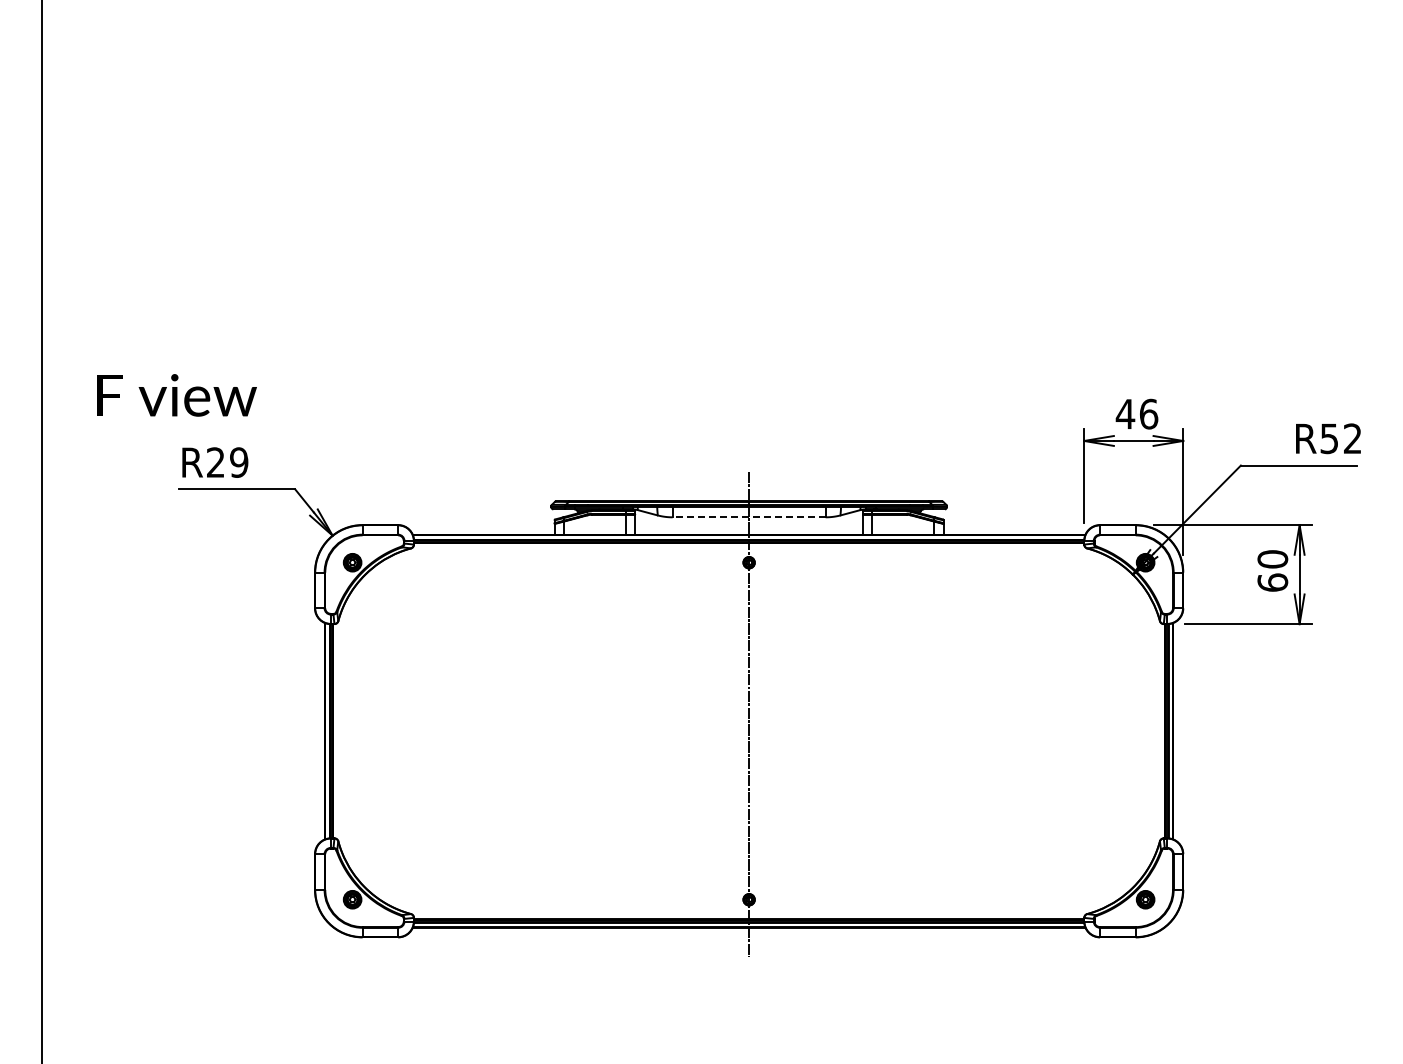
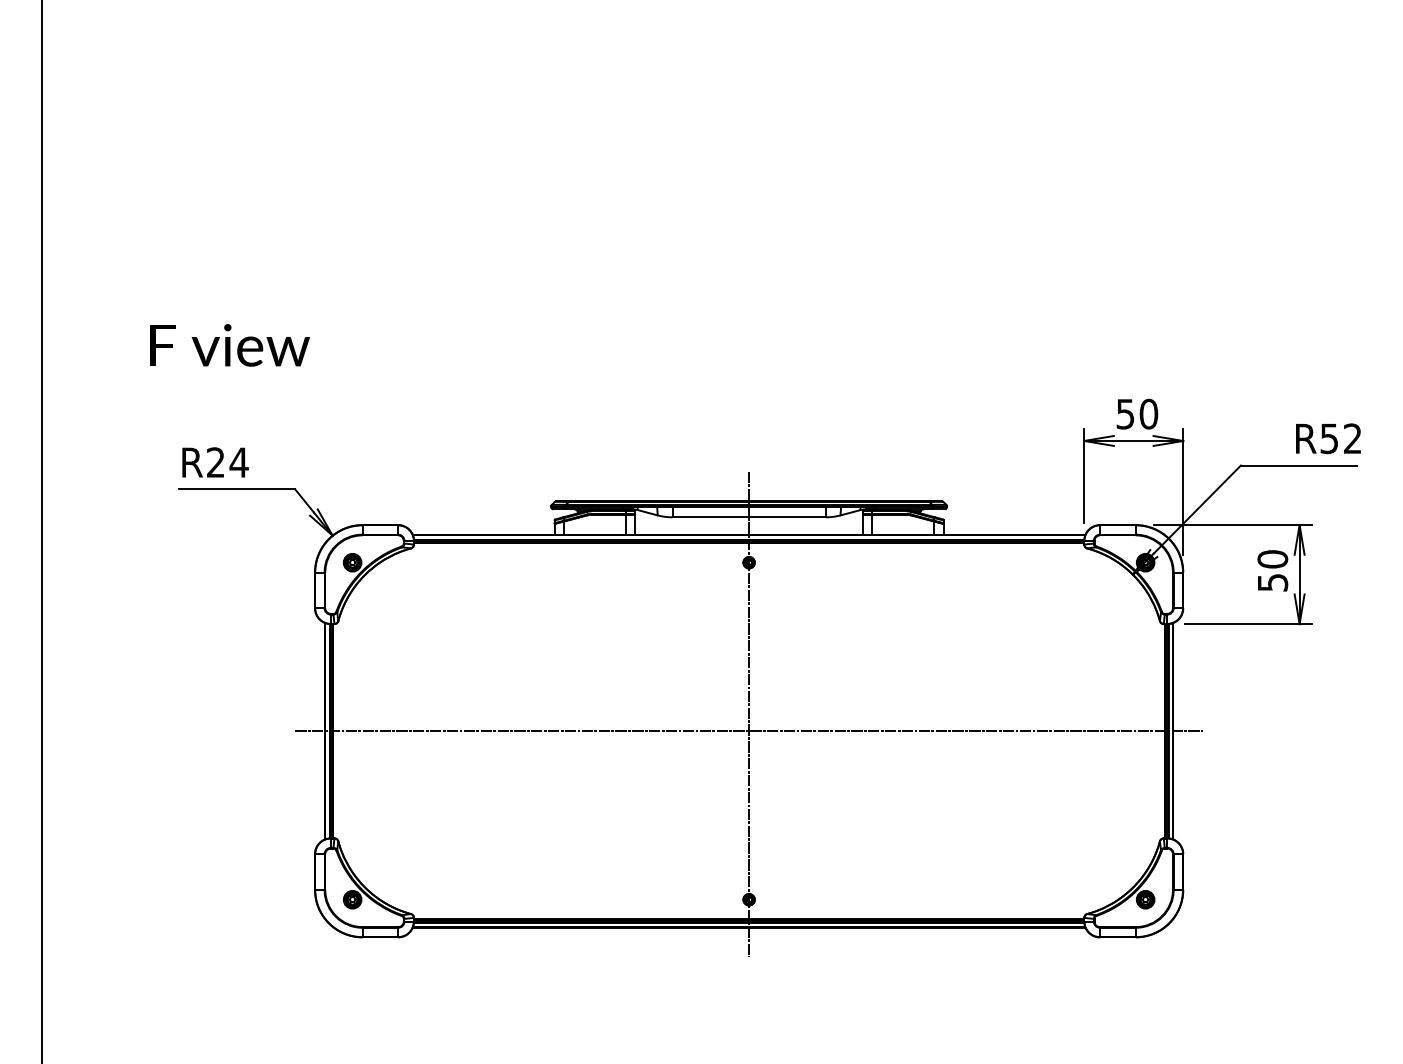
text at (176, 395) position: (176, 395) -> (229, 345)
text at (1136, 413): 46 -> 50
text at (238, 462): R29 -> R24
line at (748, 517): dashed -> solid
text at (1272, 582): 60 -> 50
line at (748, 731): none -> present
